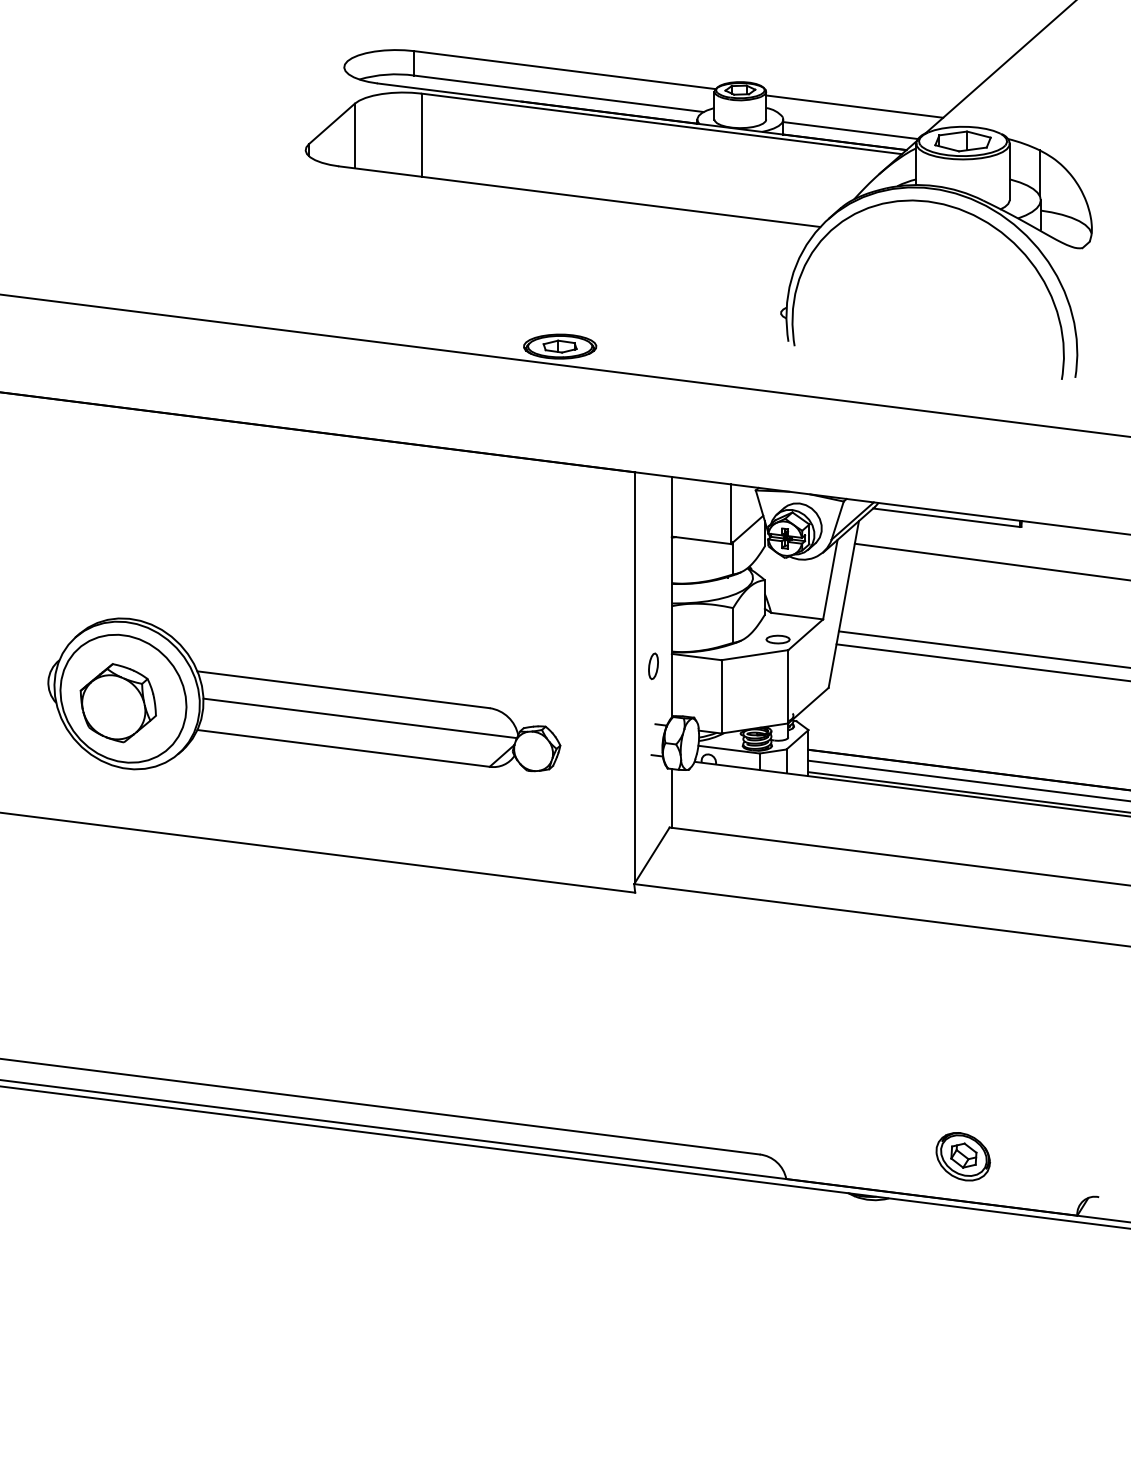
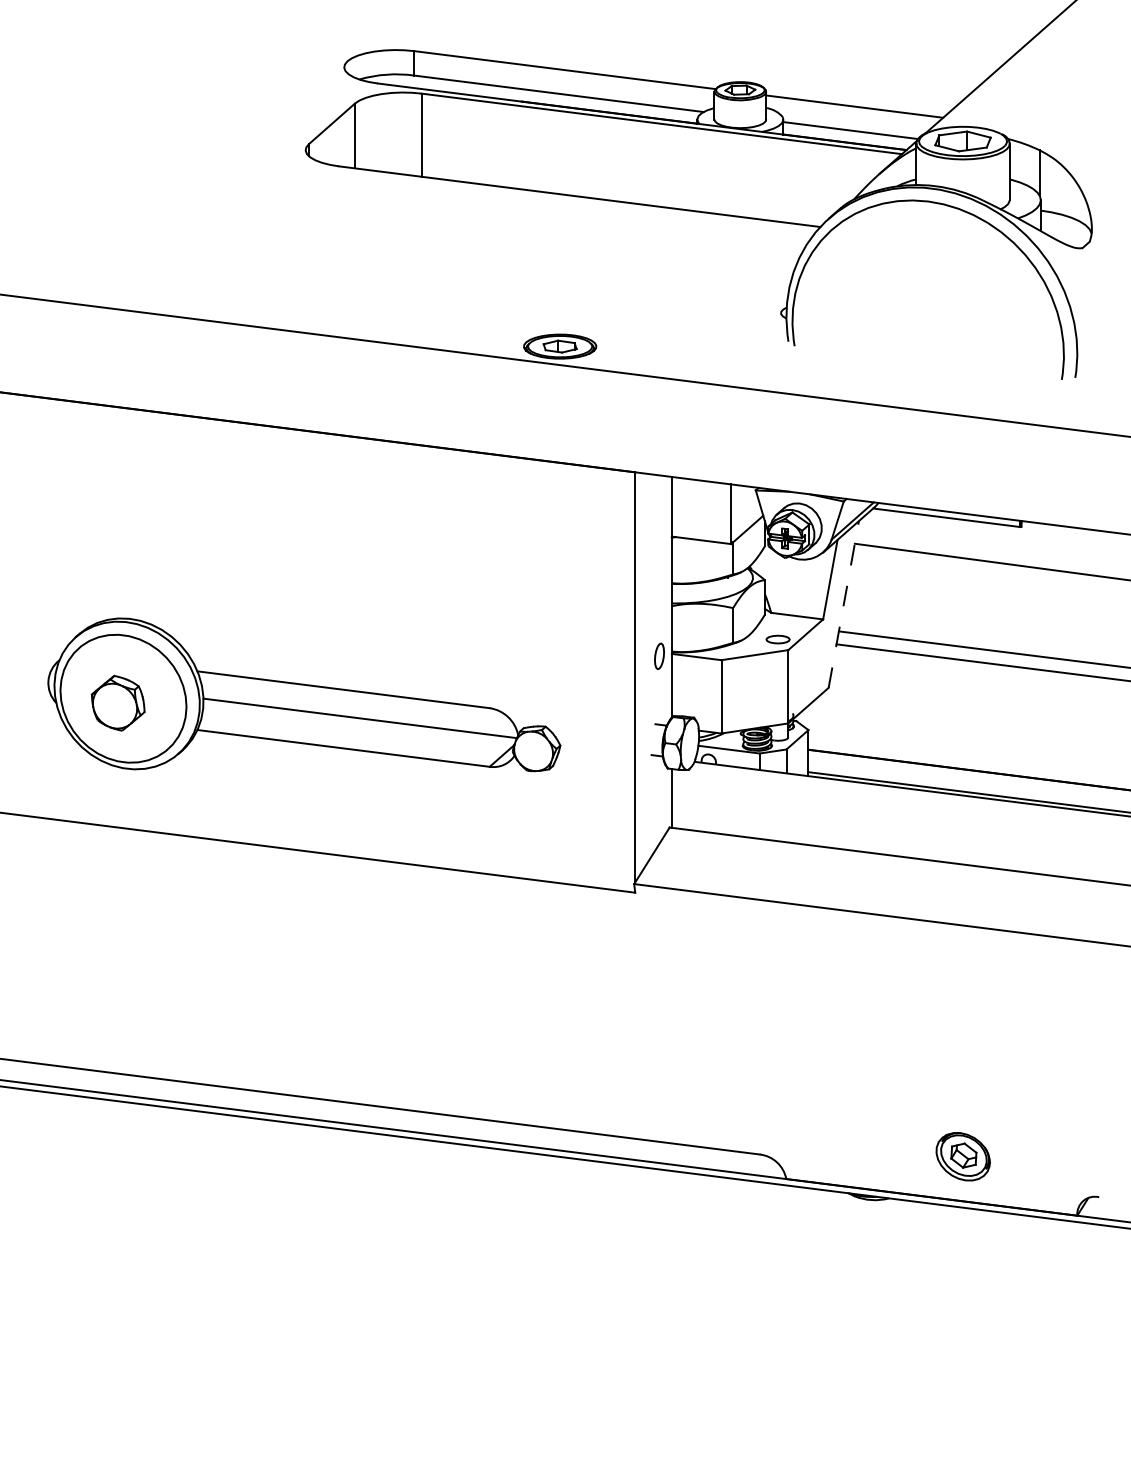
line at (843, 604): solid -> dashed
part at (653, 666) position: (653, 666) -> (659, 656)
part at (117, 703) size: 78x81 px -> 56x58 px
line at (967, 780): present -> none
